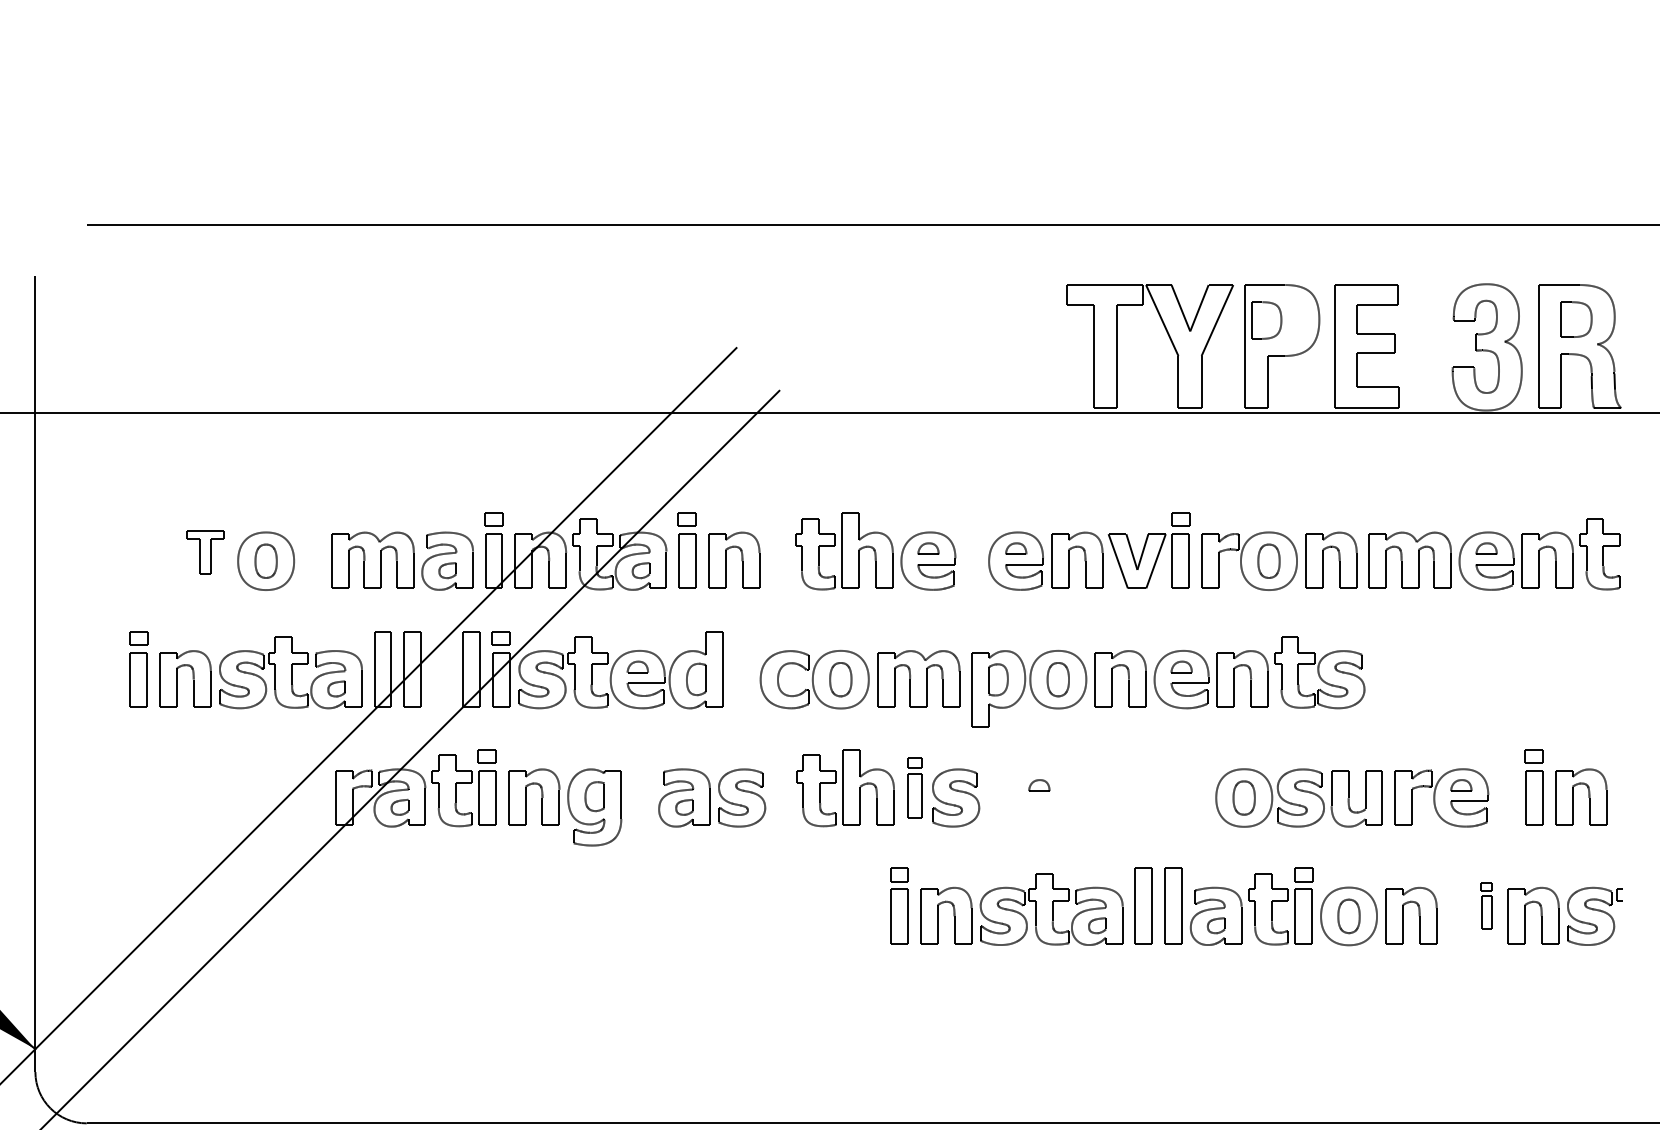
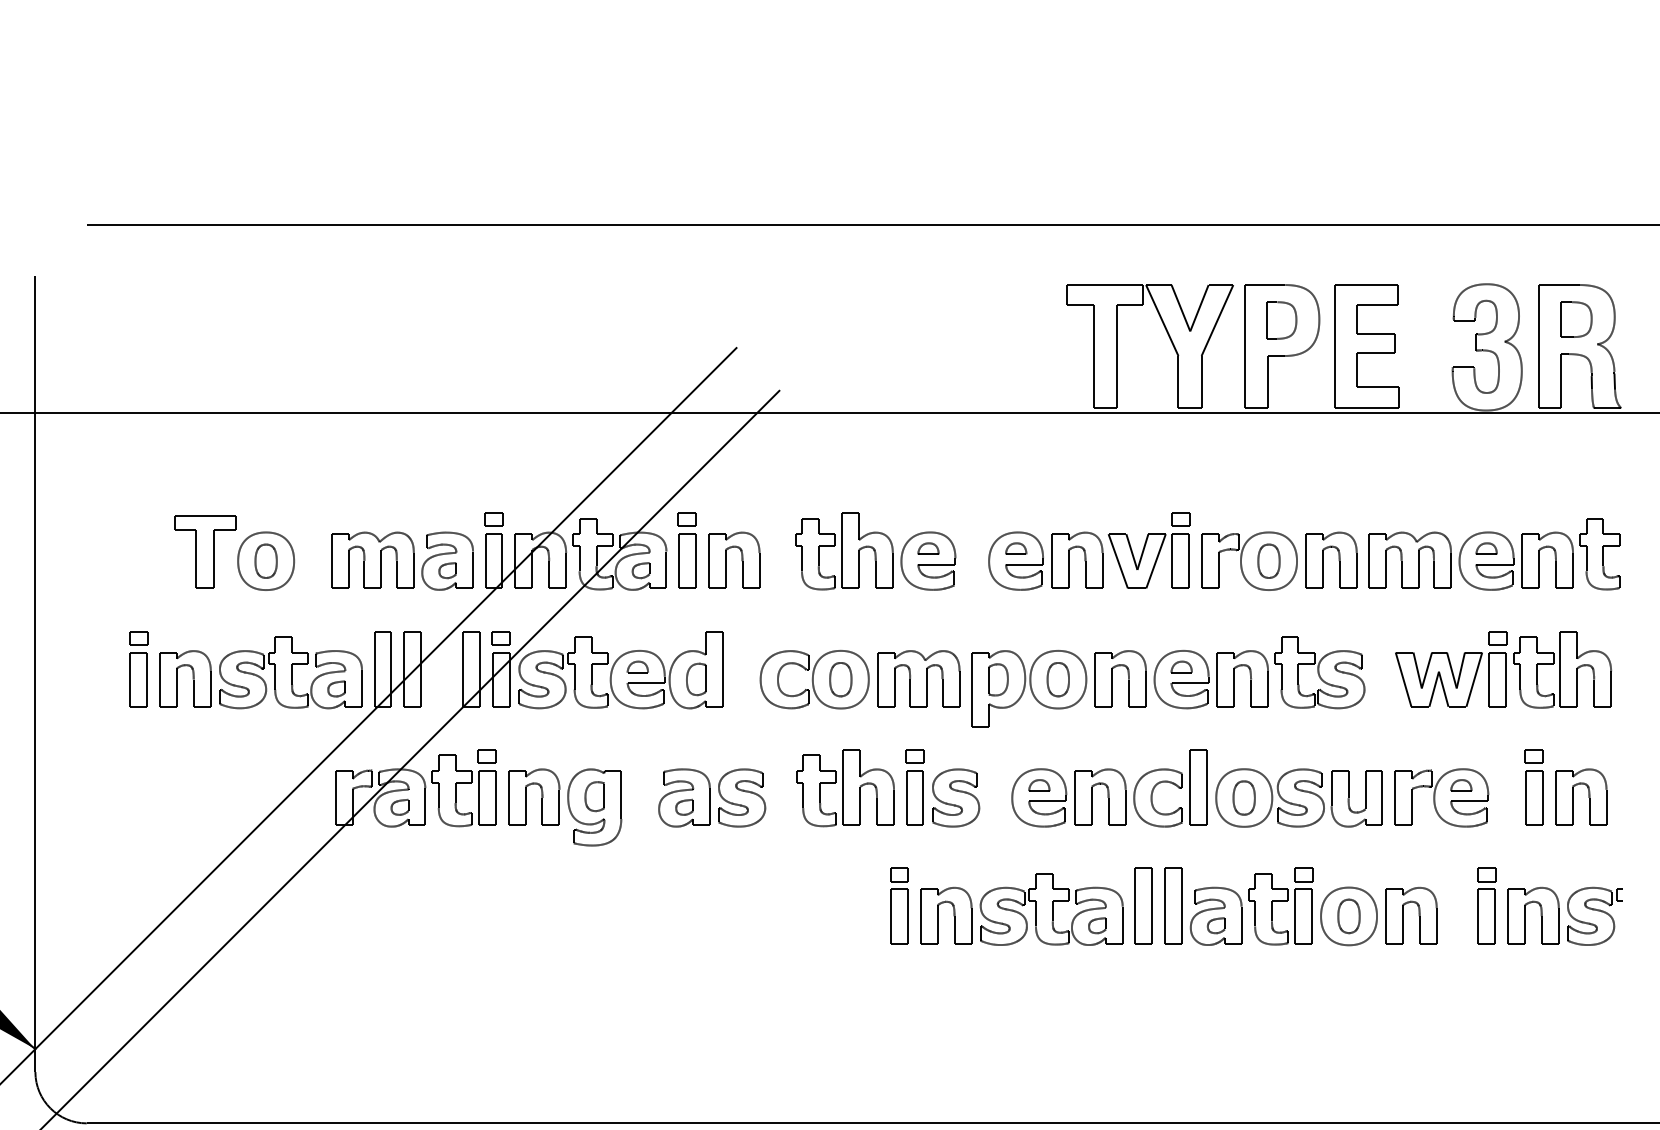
part at (1266, 320) position: (1266, 320) -> (1281, 320)
part at (205, 552) size: 39x45 px -> 63x74 px
part at (1503, 669): none -> present
part at (914, 787) size: 16x62 px -> 20x77 px
part at (1109, 788): none -> present
part at (1486, 905) size: 13x48 px -> 20x78 px
